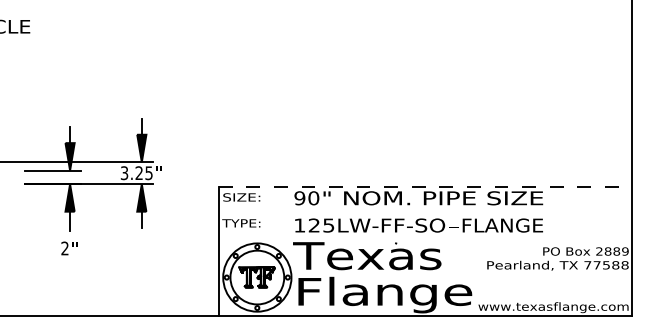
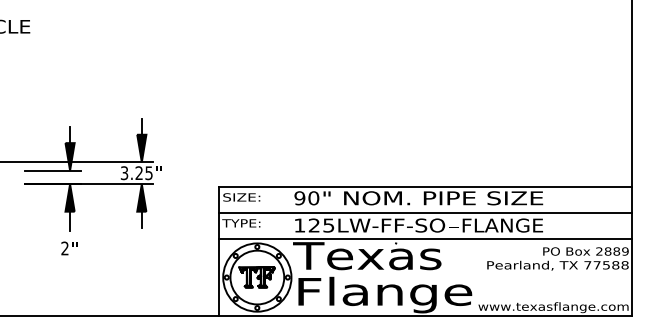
line at (425, 187): dashed -> solid
line at (425, 212): none -> present
line at (425, 238): none -> present
